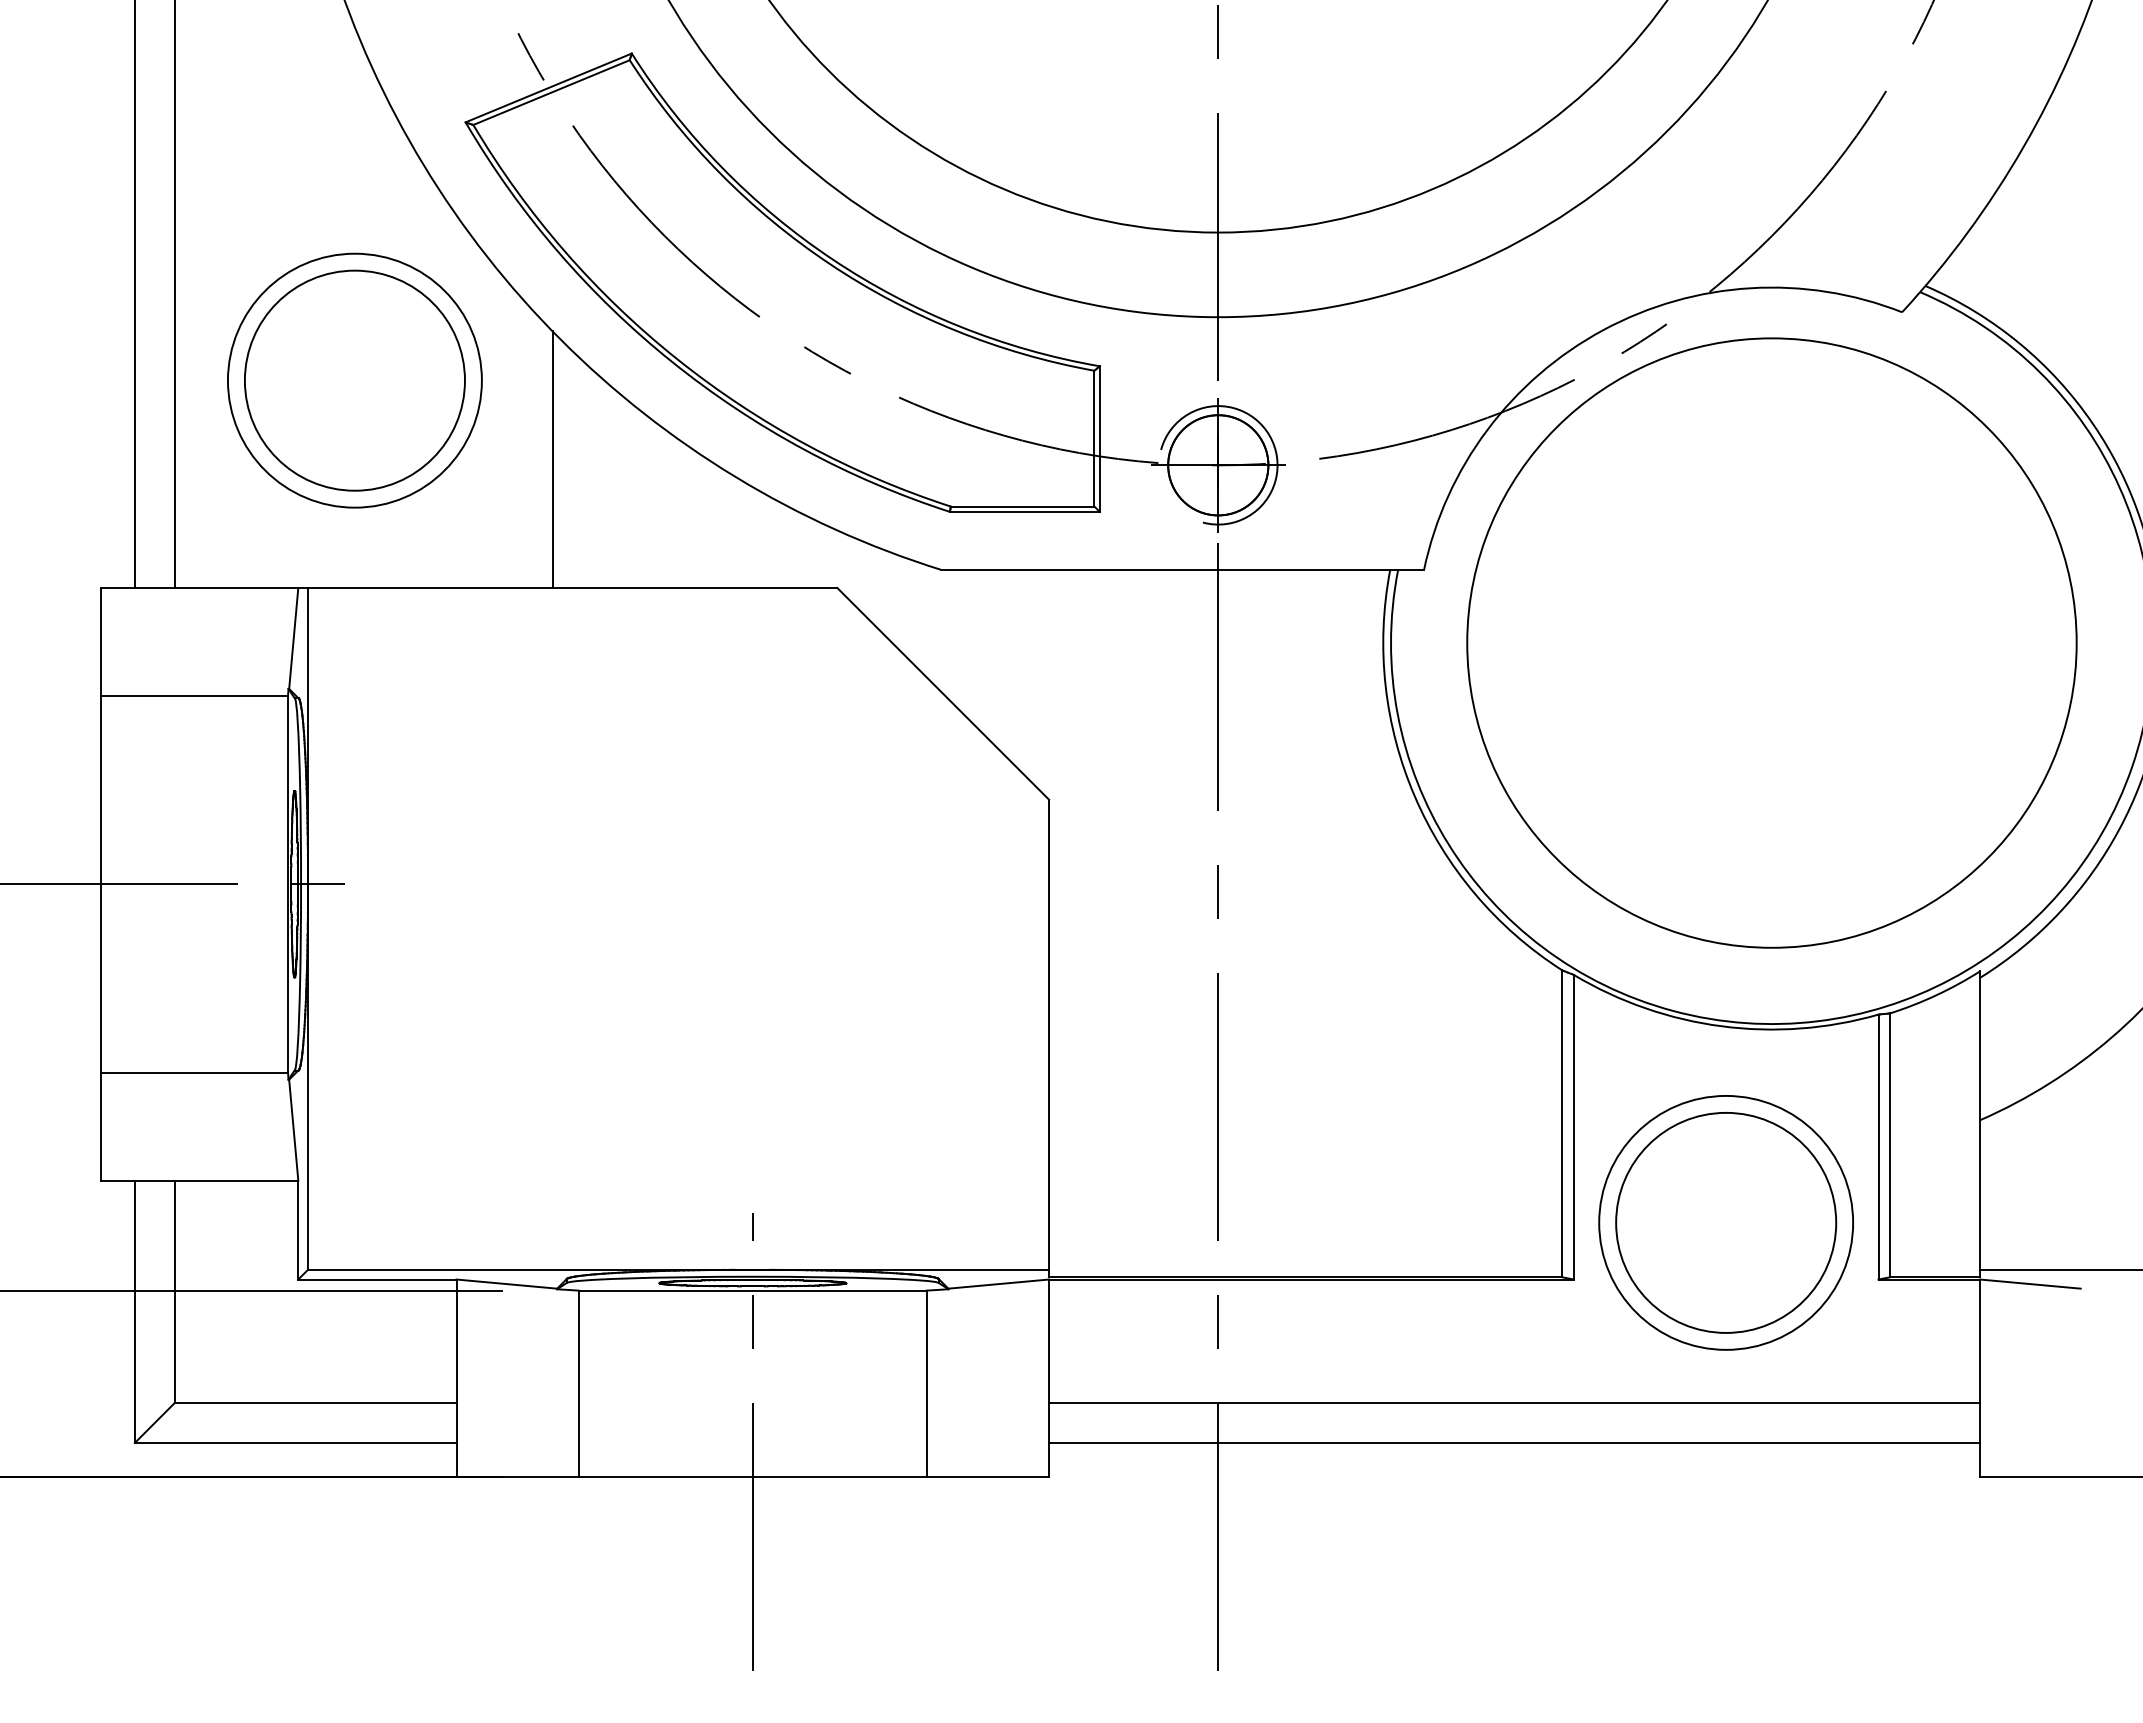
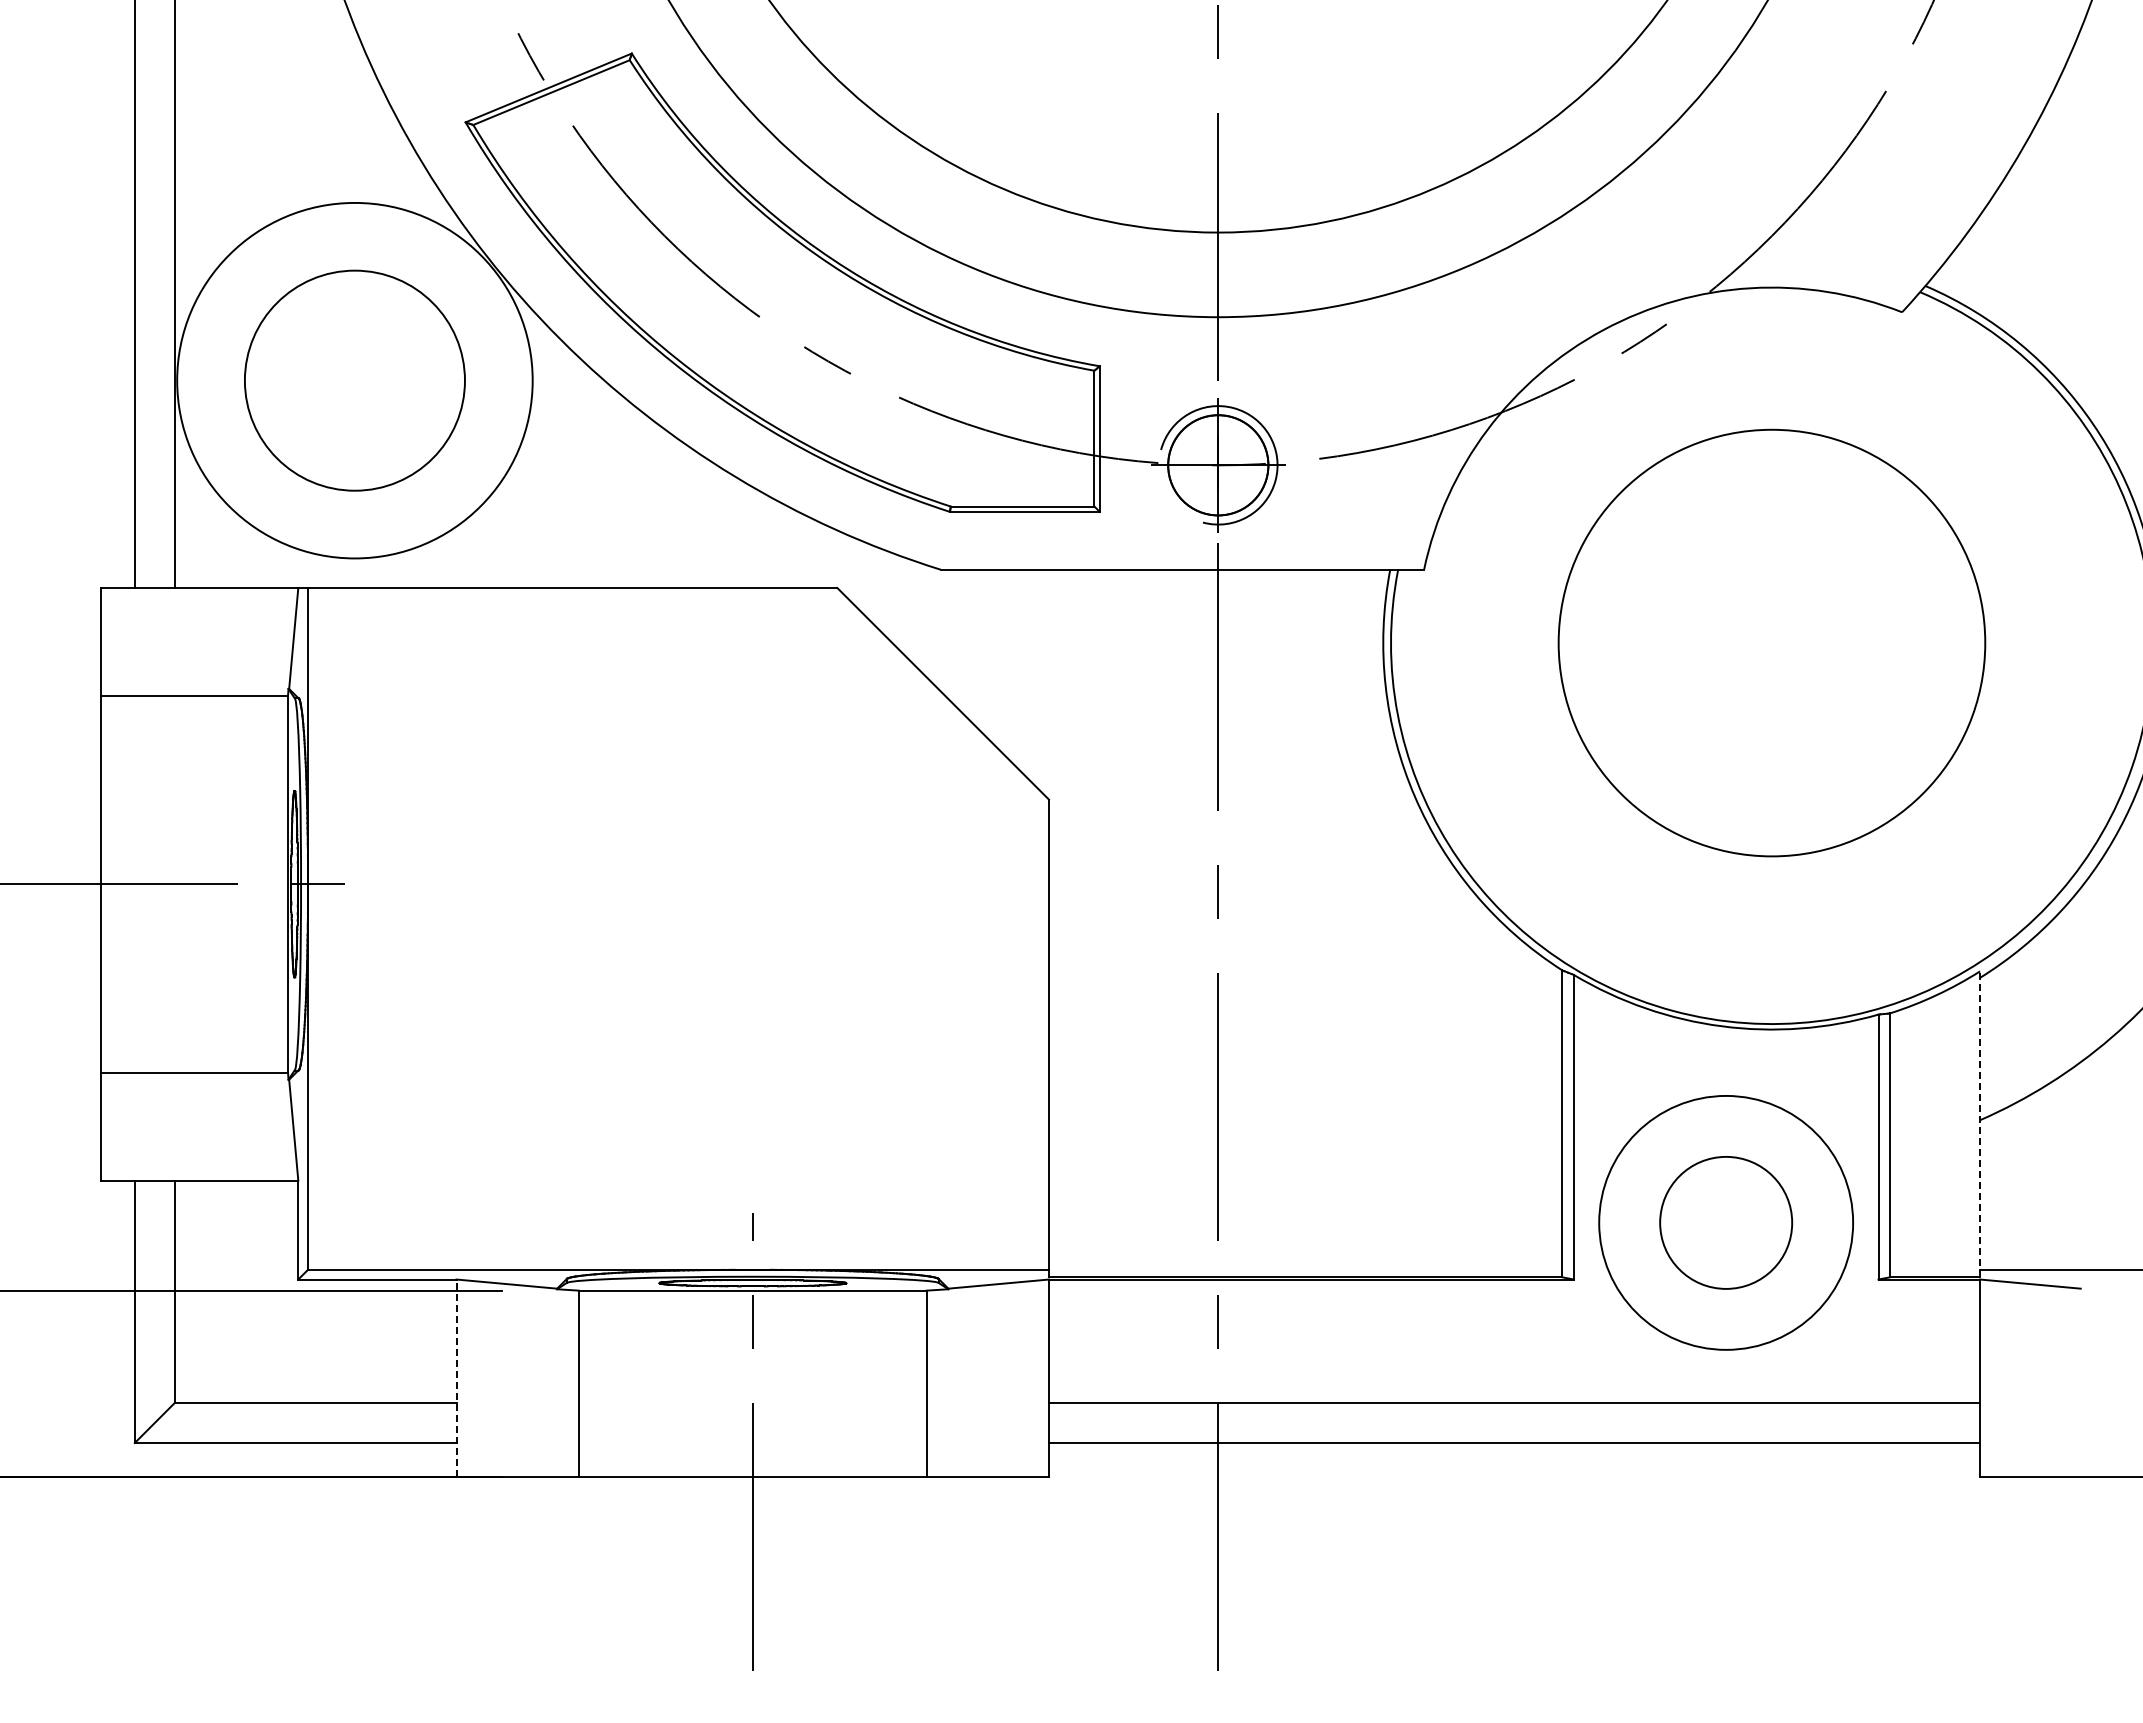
circle at (354, 380) diameter: 254 px -> 356 px
line at (552, 459): present -> none
circle at (1771, 642) diameter: 609 px -> 427 px
line at (1980, 1124): solid -> dashed
circle at (1726, 1222) diameter: 220 px -> 132 px
line at (456, 1378): solid -> dashed
